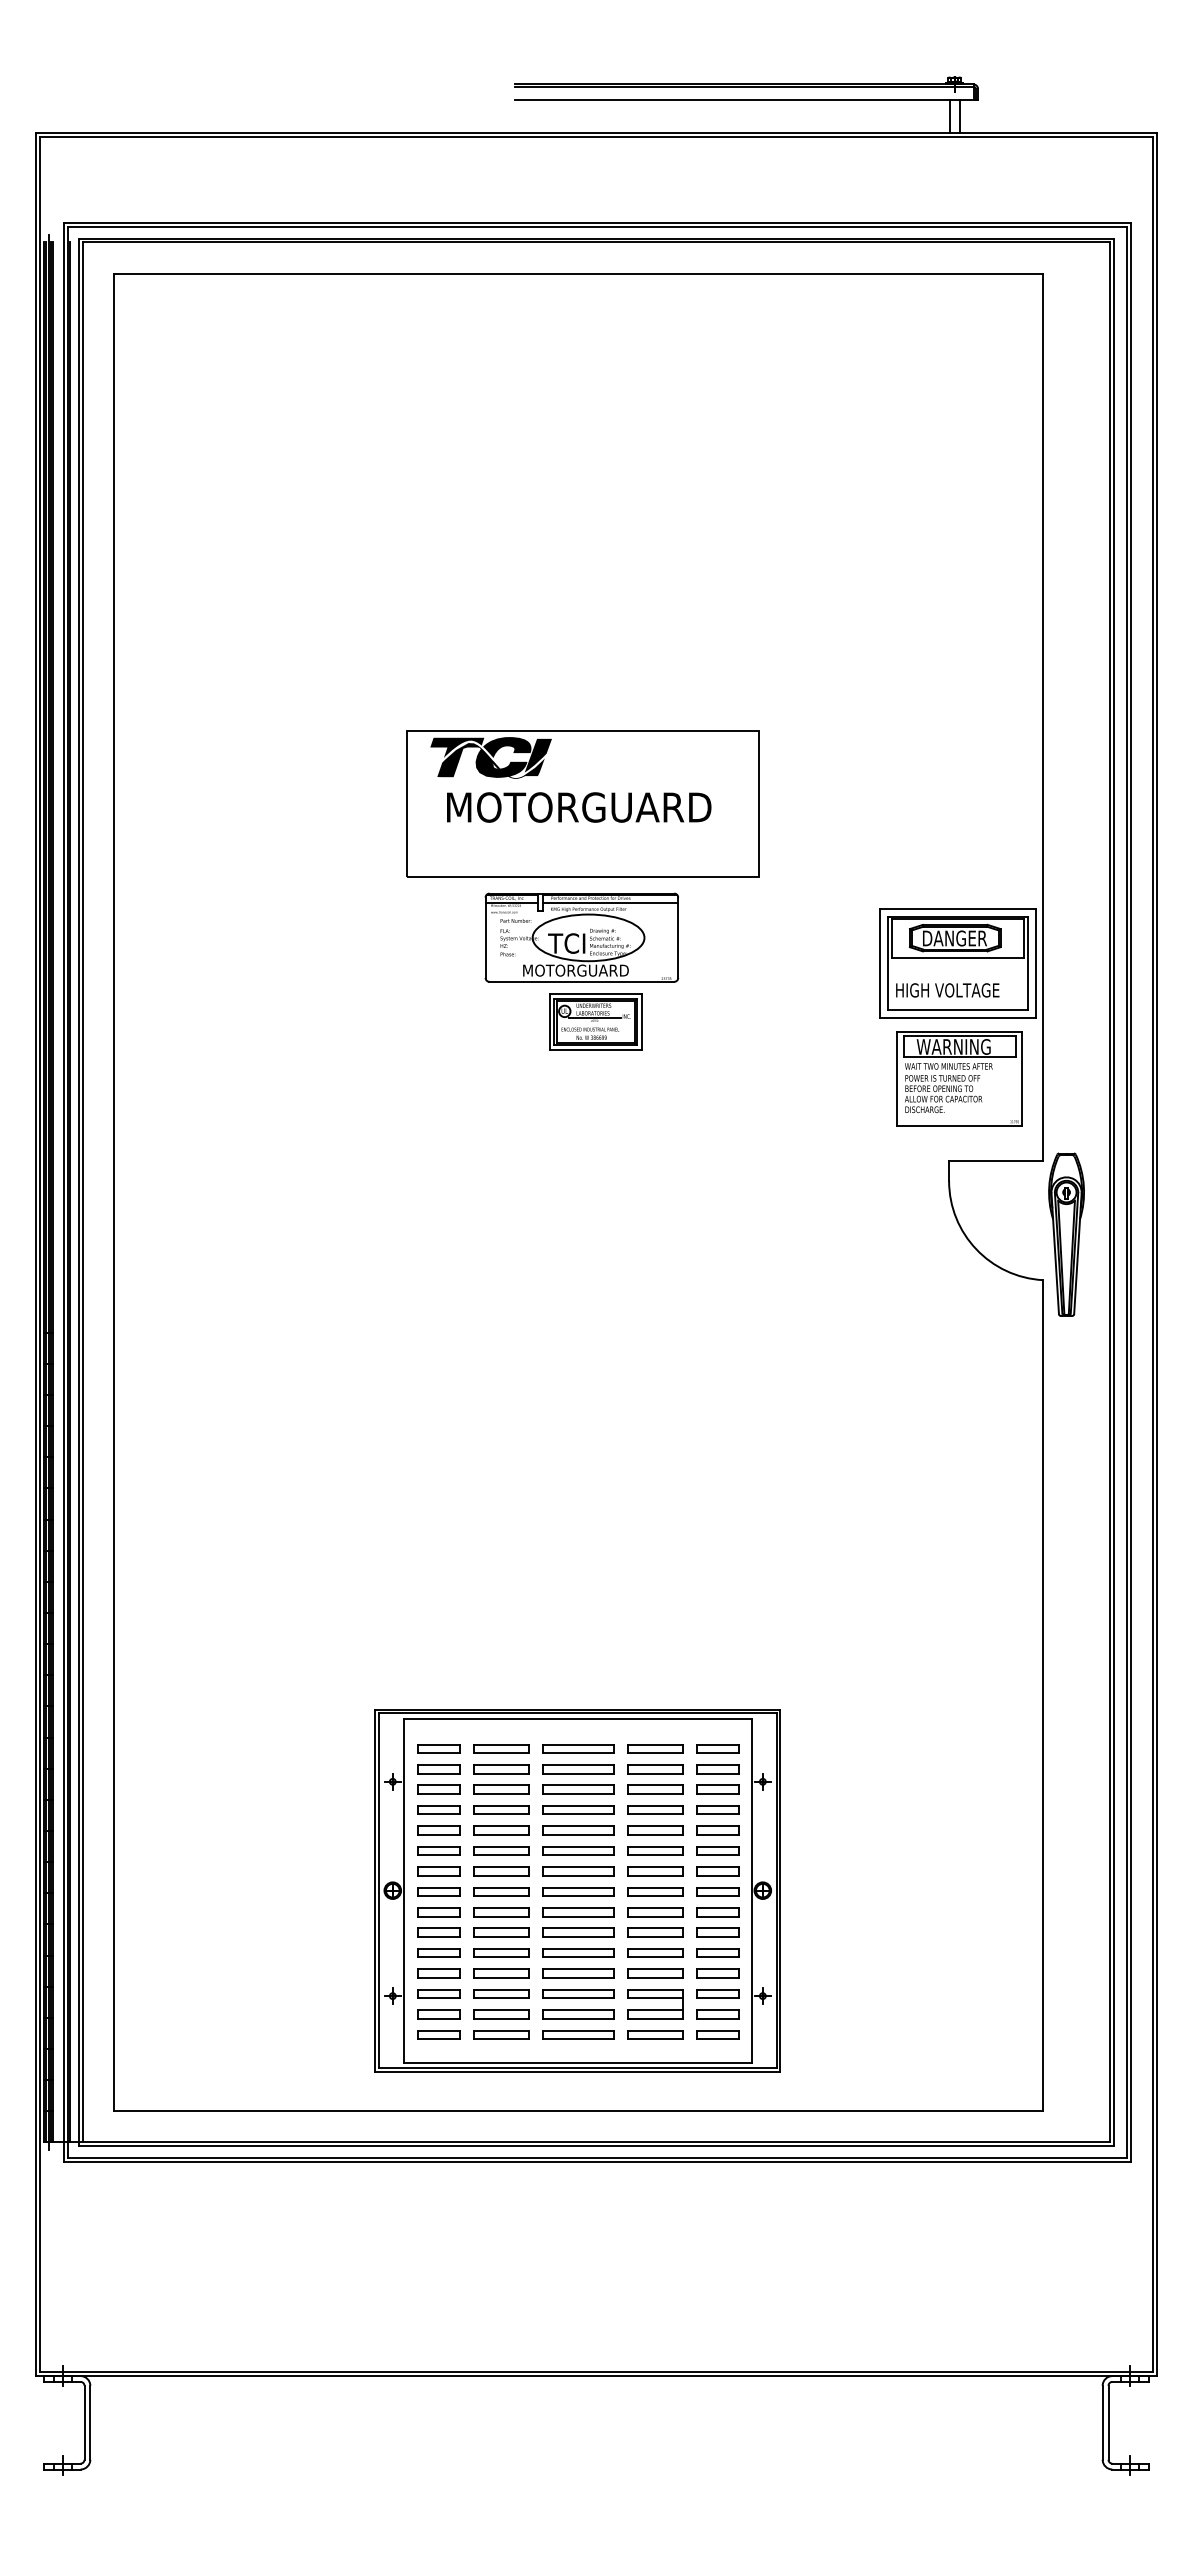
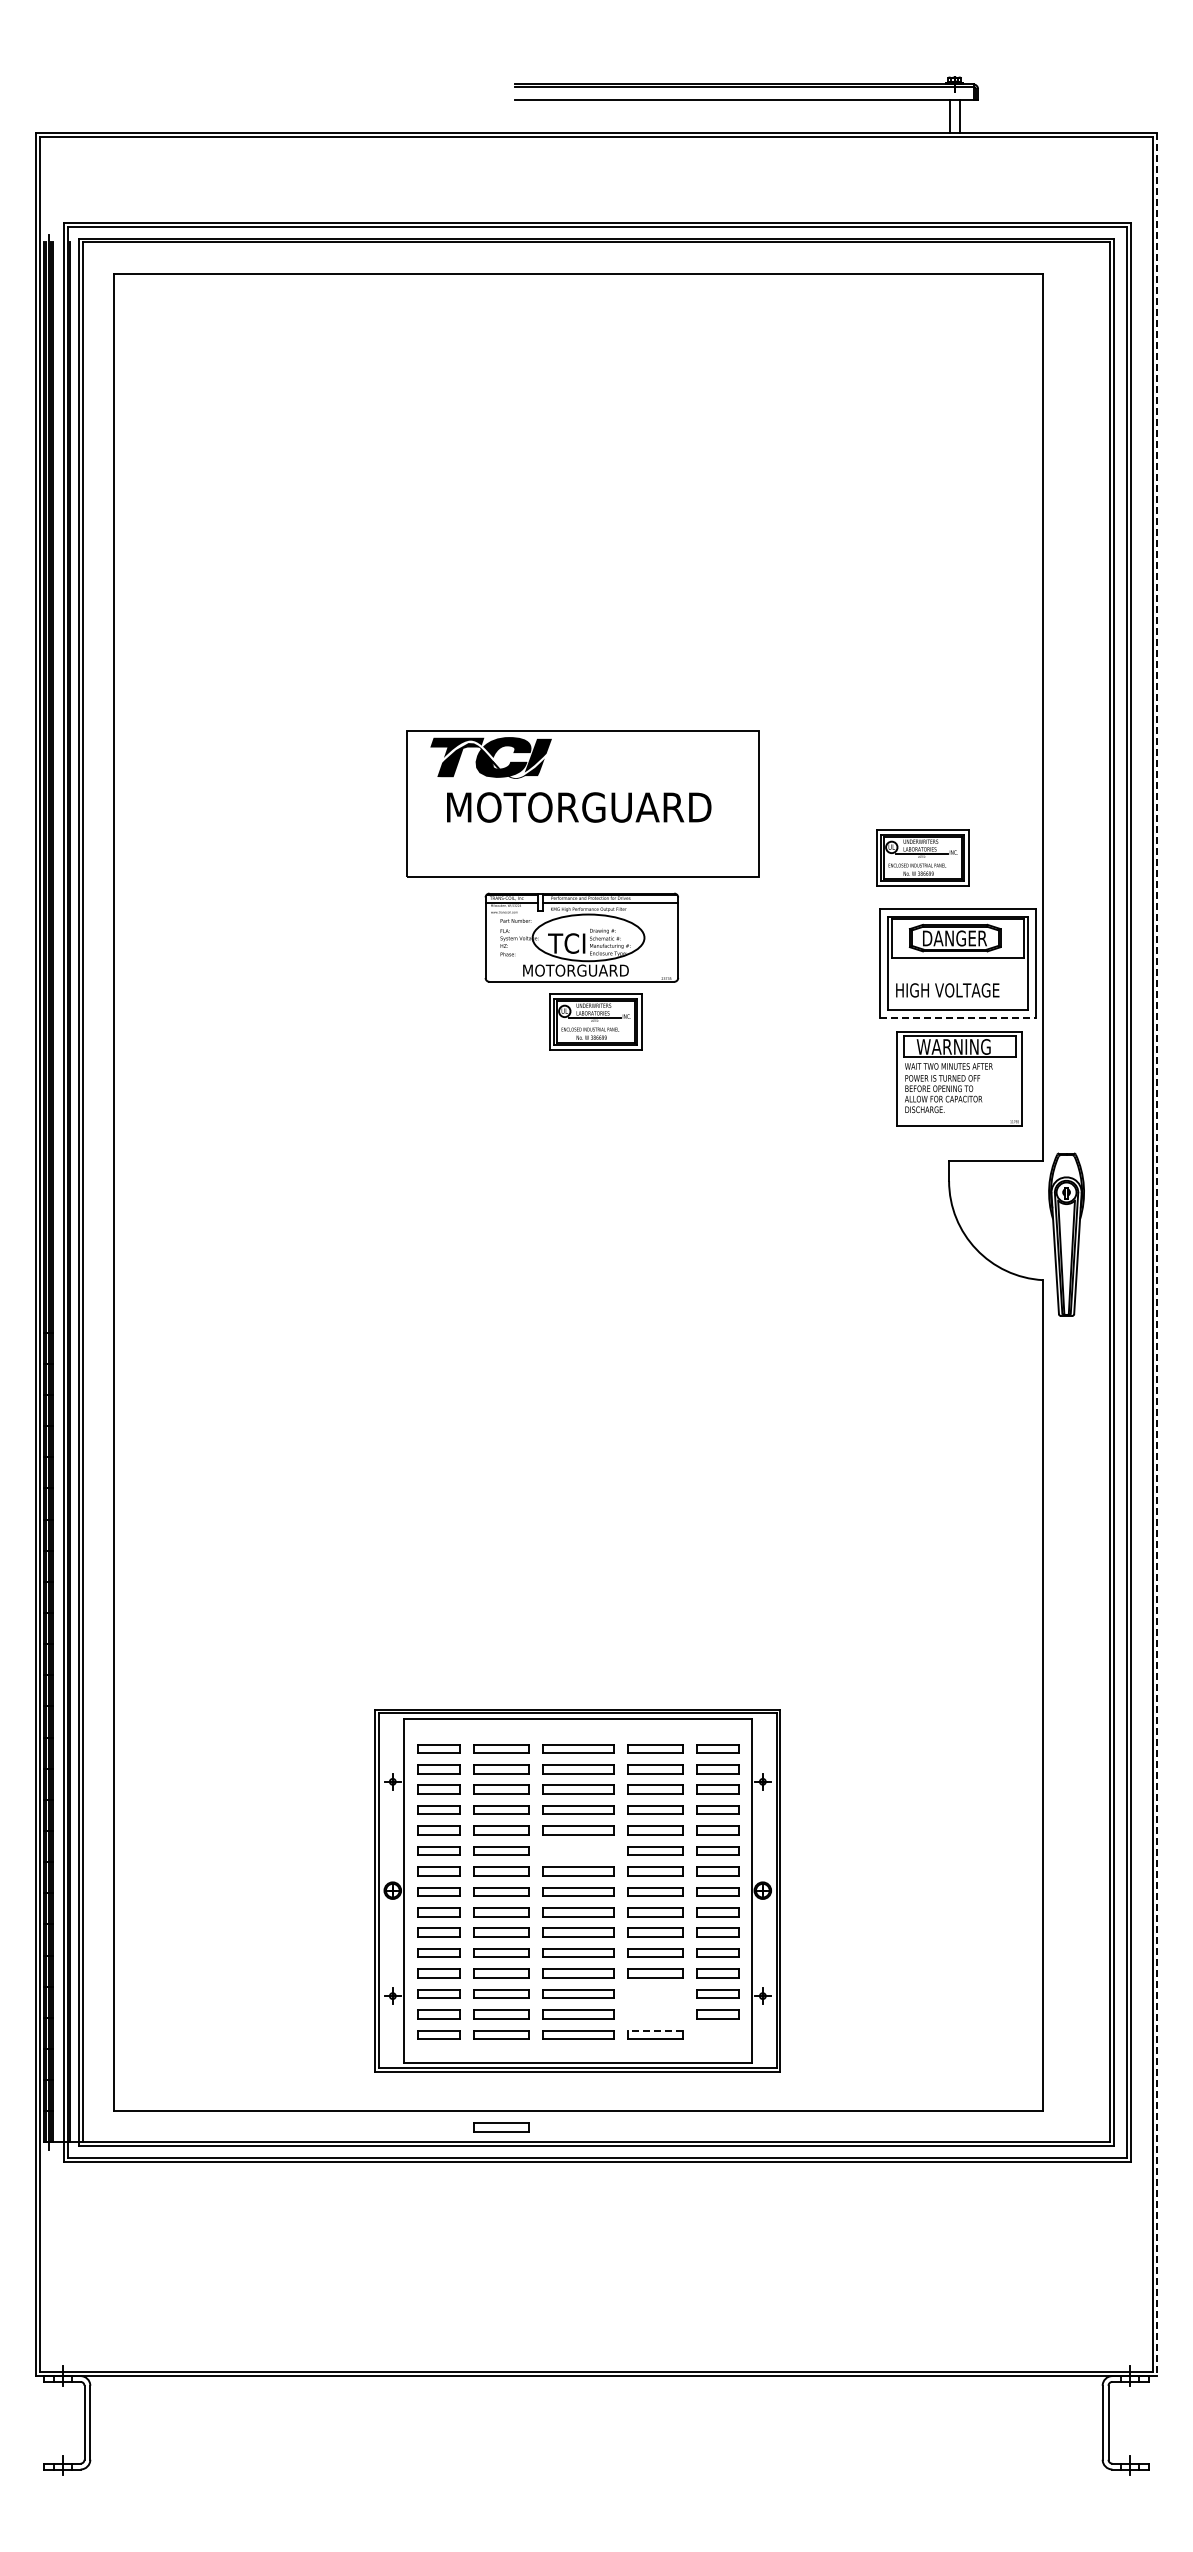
part at (922, 857): none -> present
line at (957, 1017): solid -> dashed
line at (1157, 1255): solid -> dashed
part at (578, 1850): present -> none
part at (655, 2004): present -> none
line at (655, 2030): solid -> dashed
part at (717, 2034): present -> none
part at (501, 2127): none -> present
